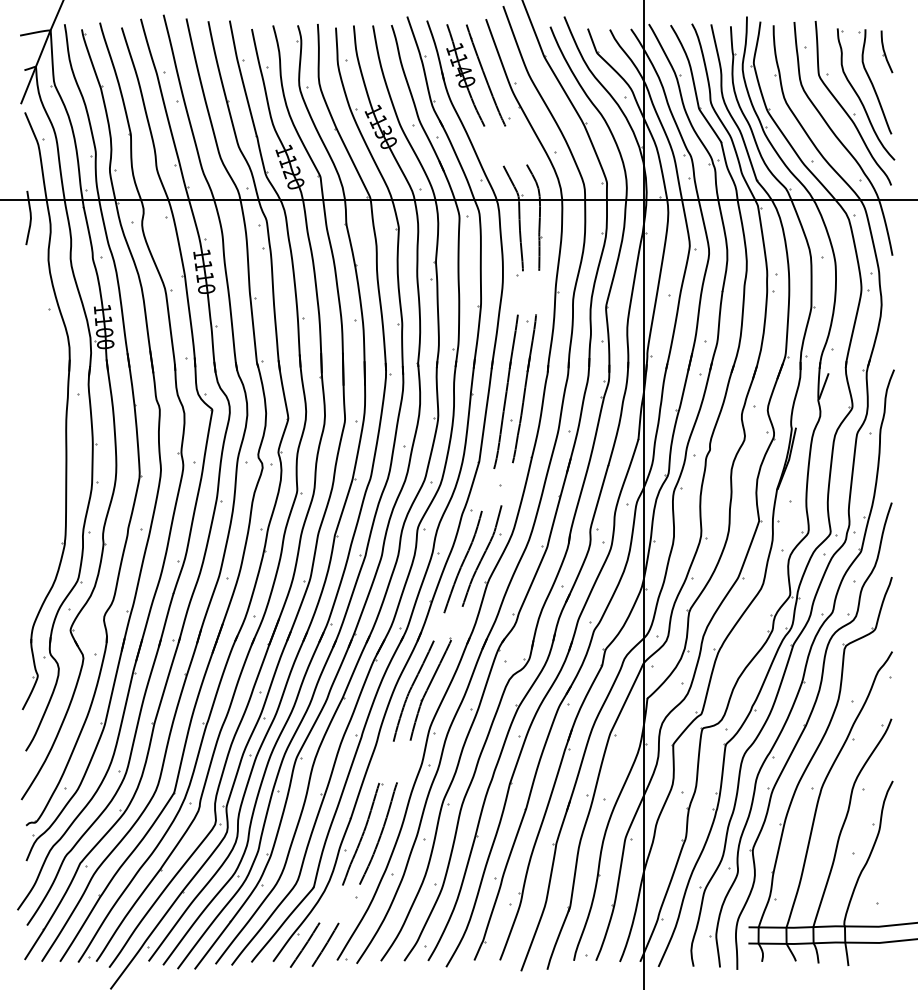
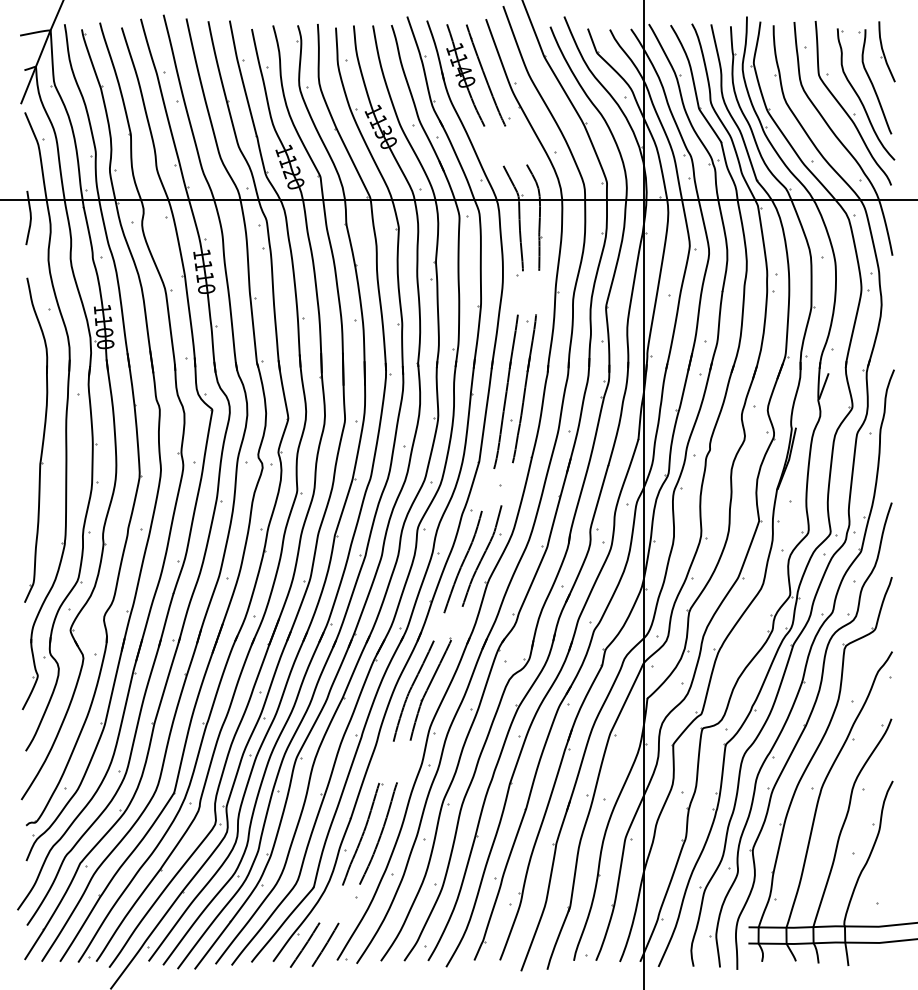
part at (886, 51) size: 14x44 px -> 18x62 px
part at (36, 439): none -> present
